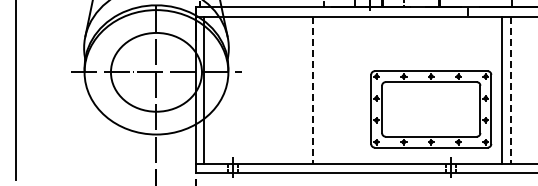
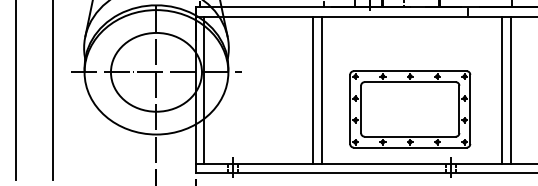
line at (312, 90): dashed -> solid
line at (321, 90): none -> present
line at (511, 90): dashed -> solid
line at (52, 91): none -> present
part at (431, 109) position: (431, 109) -> (410, 109)
